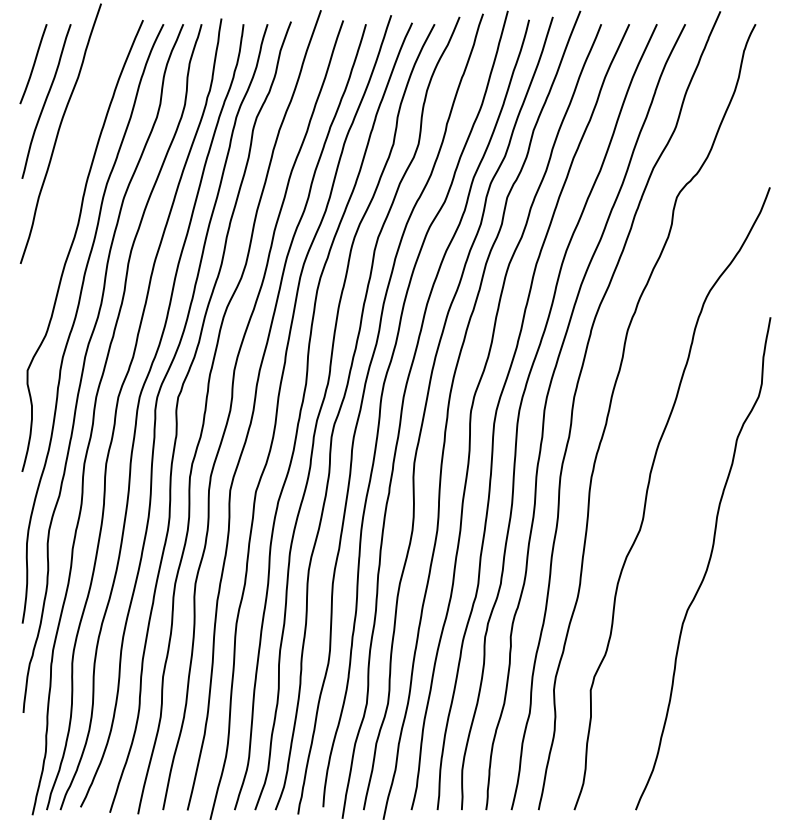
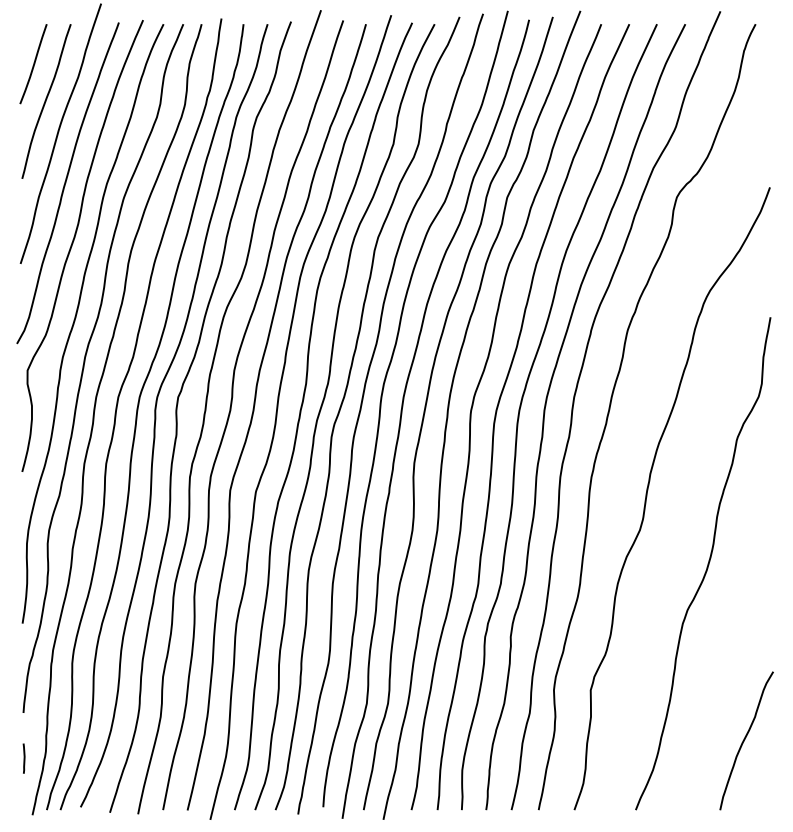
curve at (66, 183): none -> present
curve at (745, 739): none -> present
line at (23, 758): none -> present
